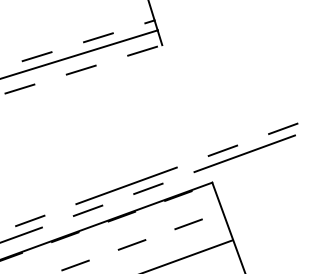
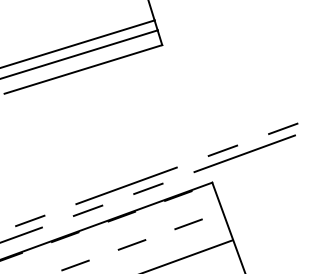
line at (78, 44): dashed -> solid
line at (83, 69): dashed -> solid
